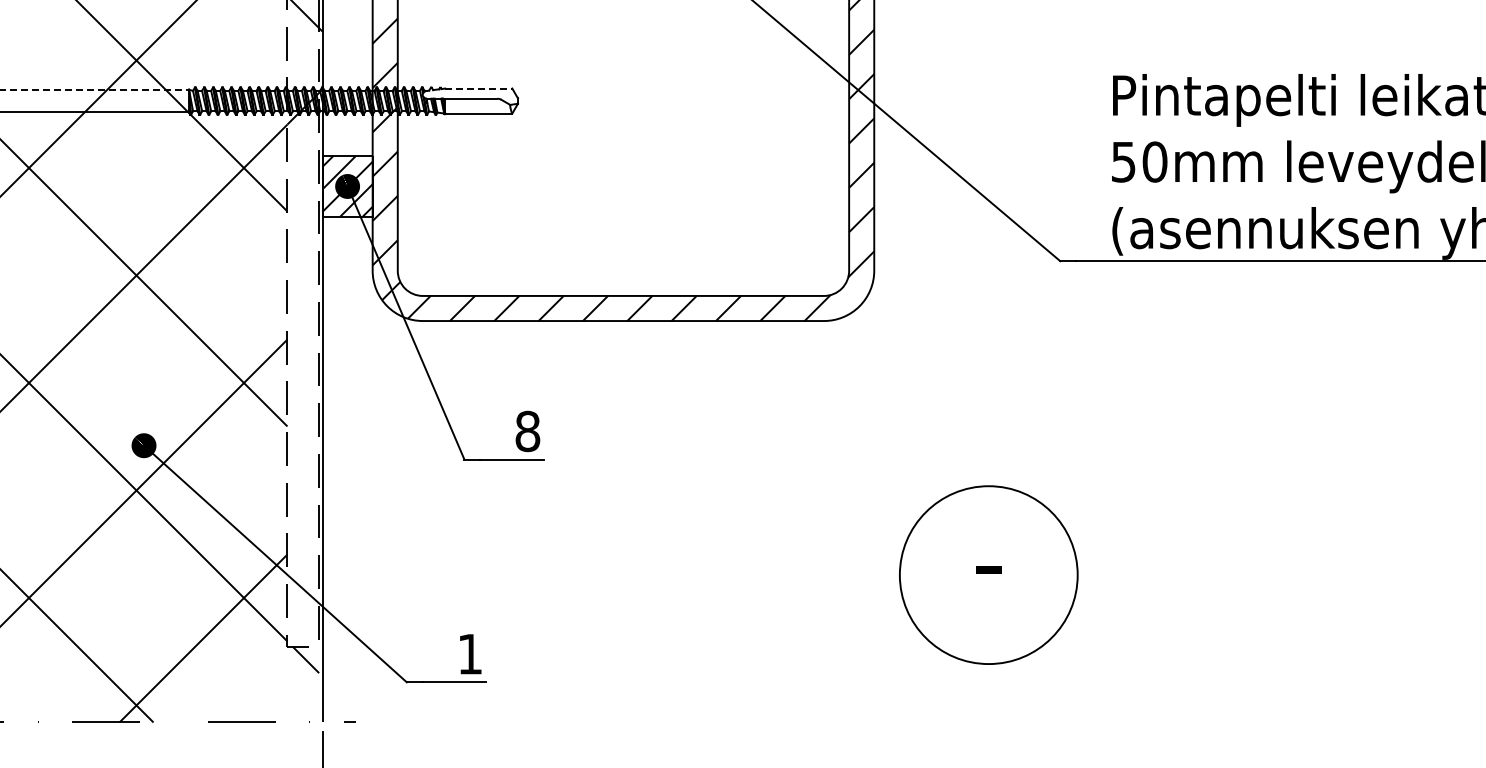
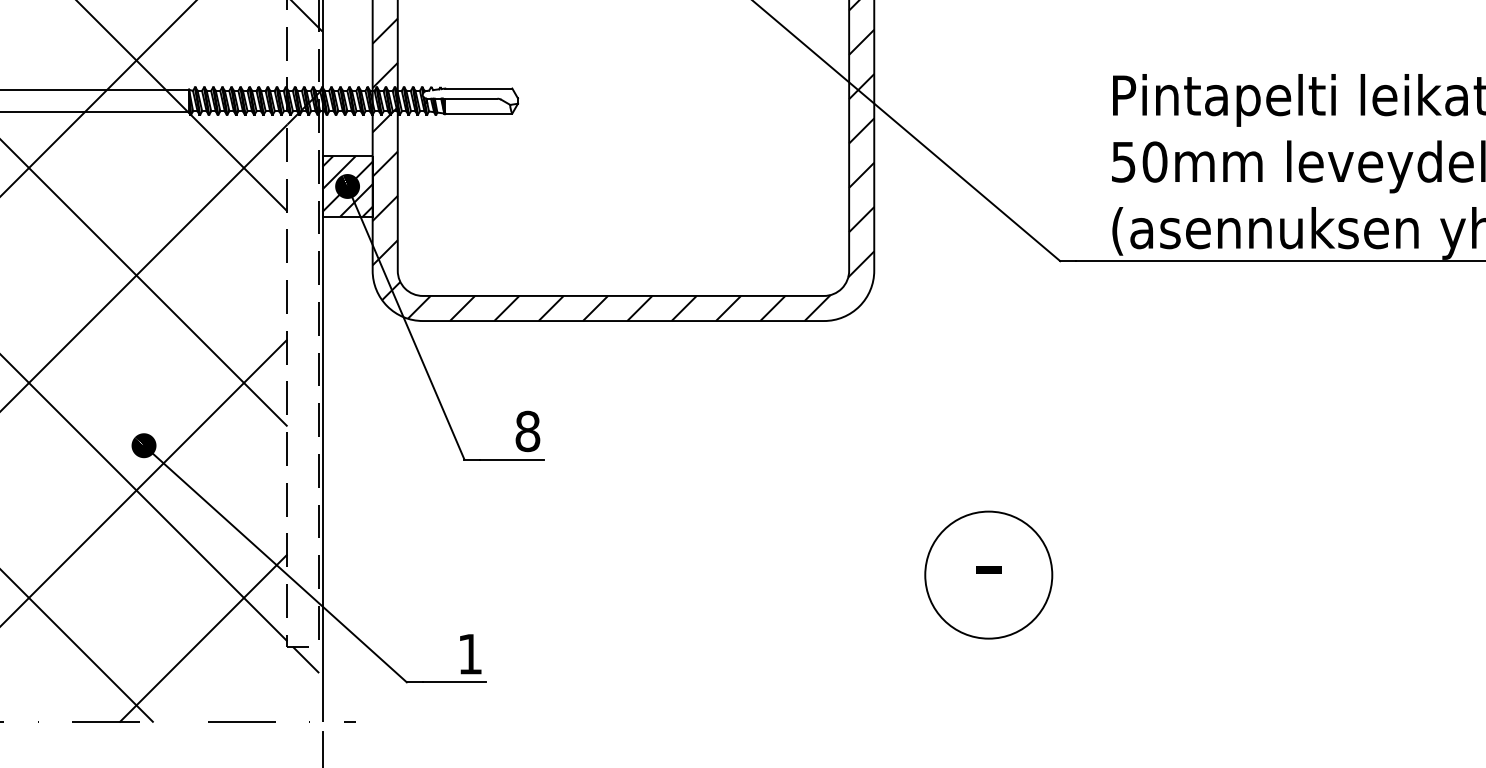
line at (478, 88): dashed -> solid
line at (95, 89): dashed -> solid
circle at (988, 575) diameter: 178 px -> 127 px
